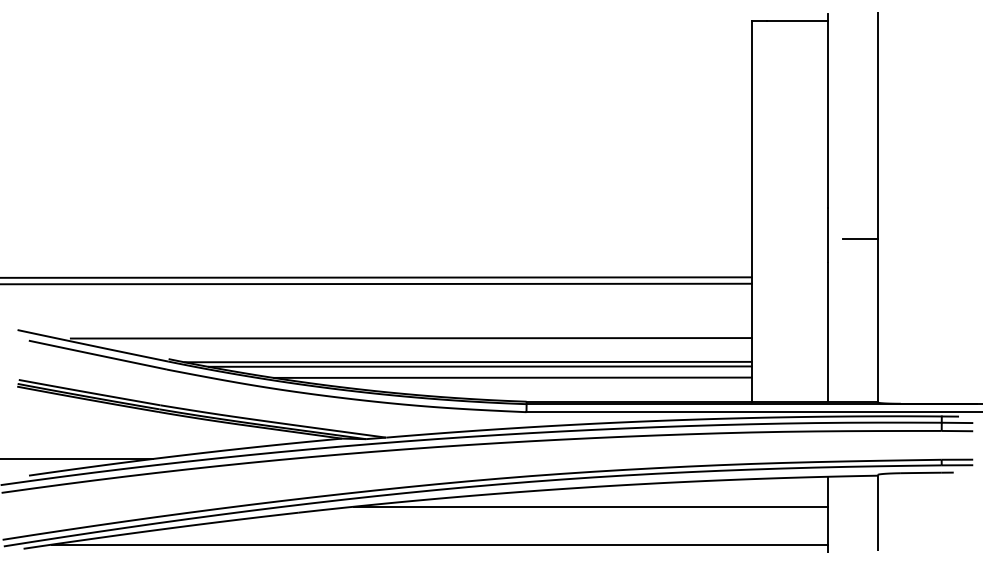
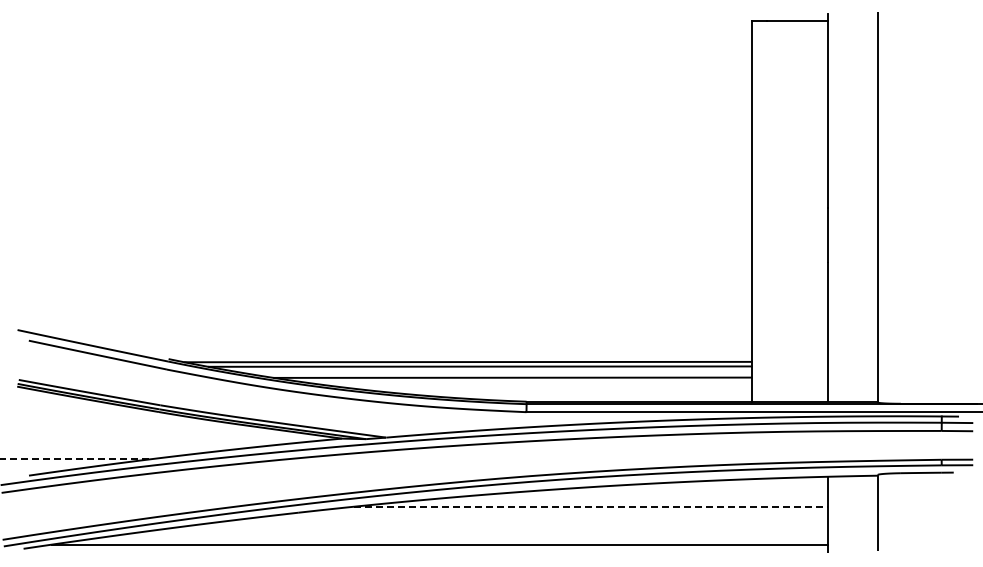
line at (860, 238): present -> none
line at (376, 277): present -> none
line at (376, 283): present -> none
line at (410, 338): present -> none
line at (76, 459): solid -> dashed
line at (590, 507): solid -> dashed
